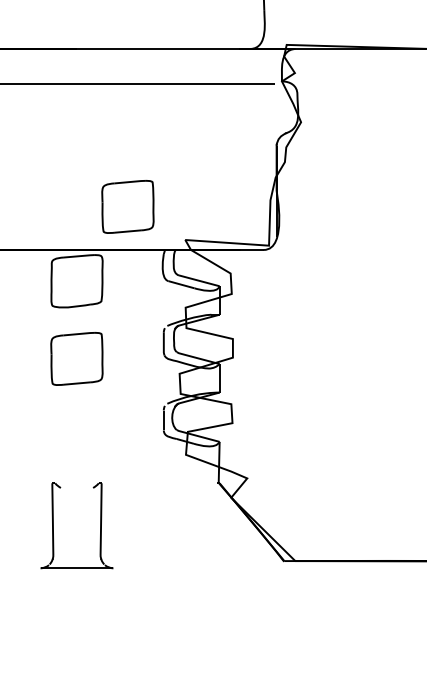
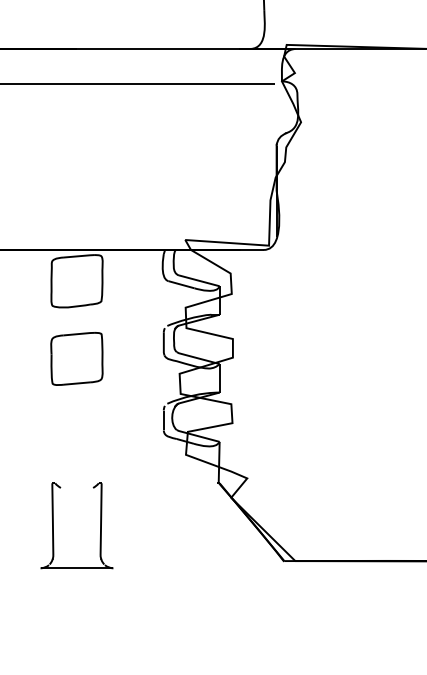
part at (127, 206): present -> none
